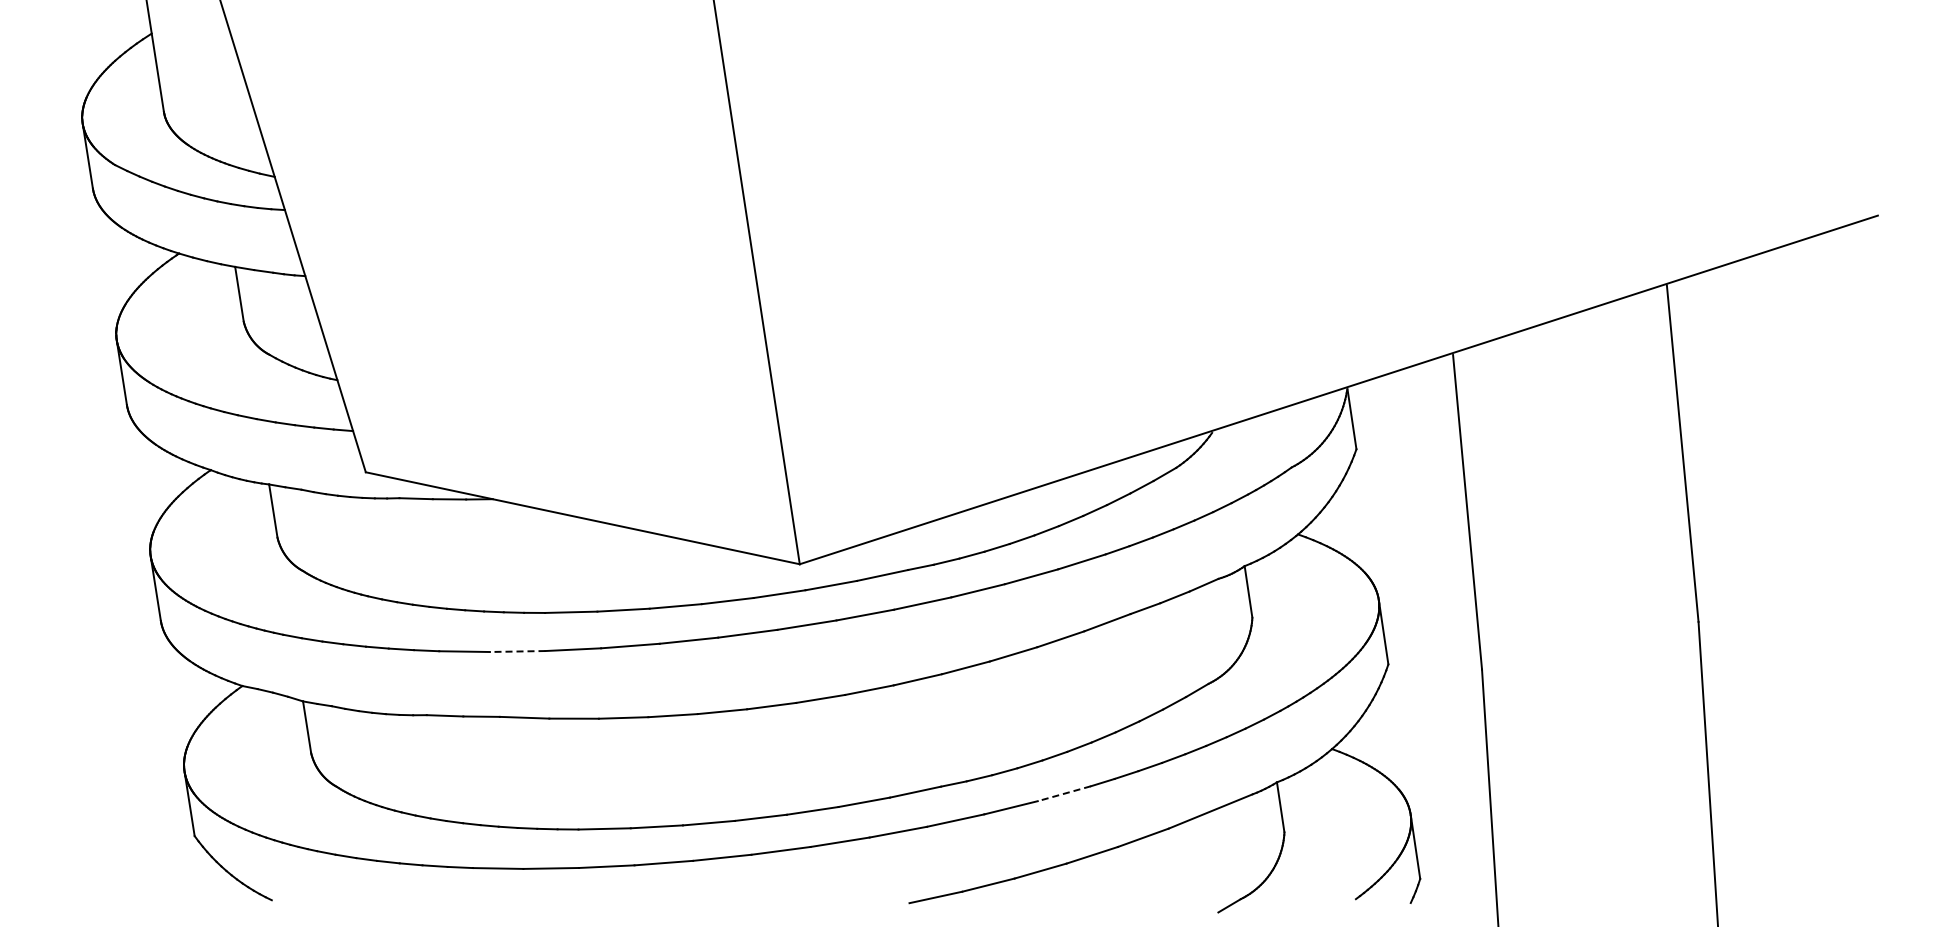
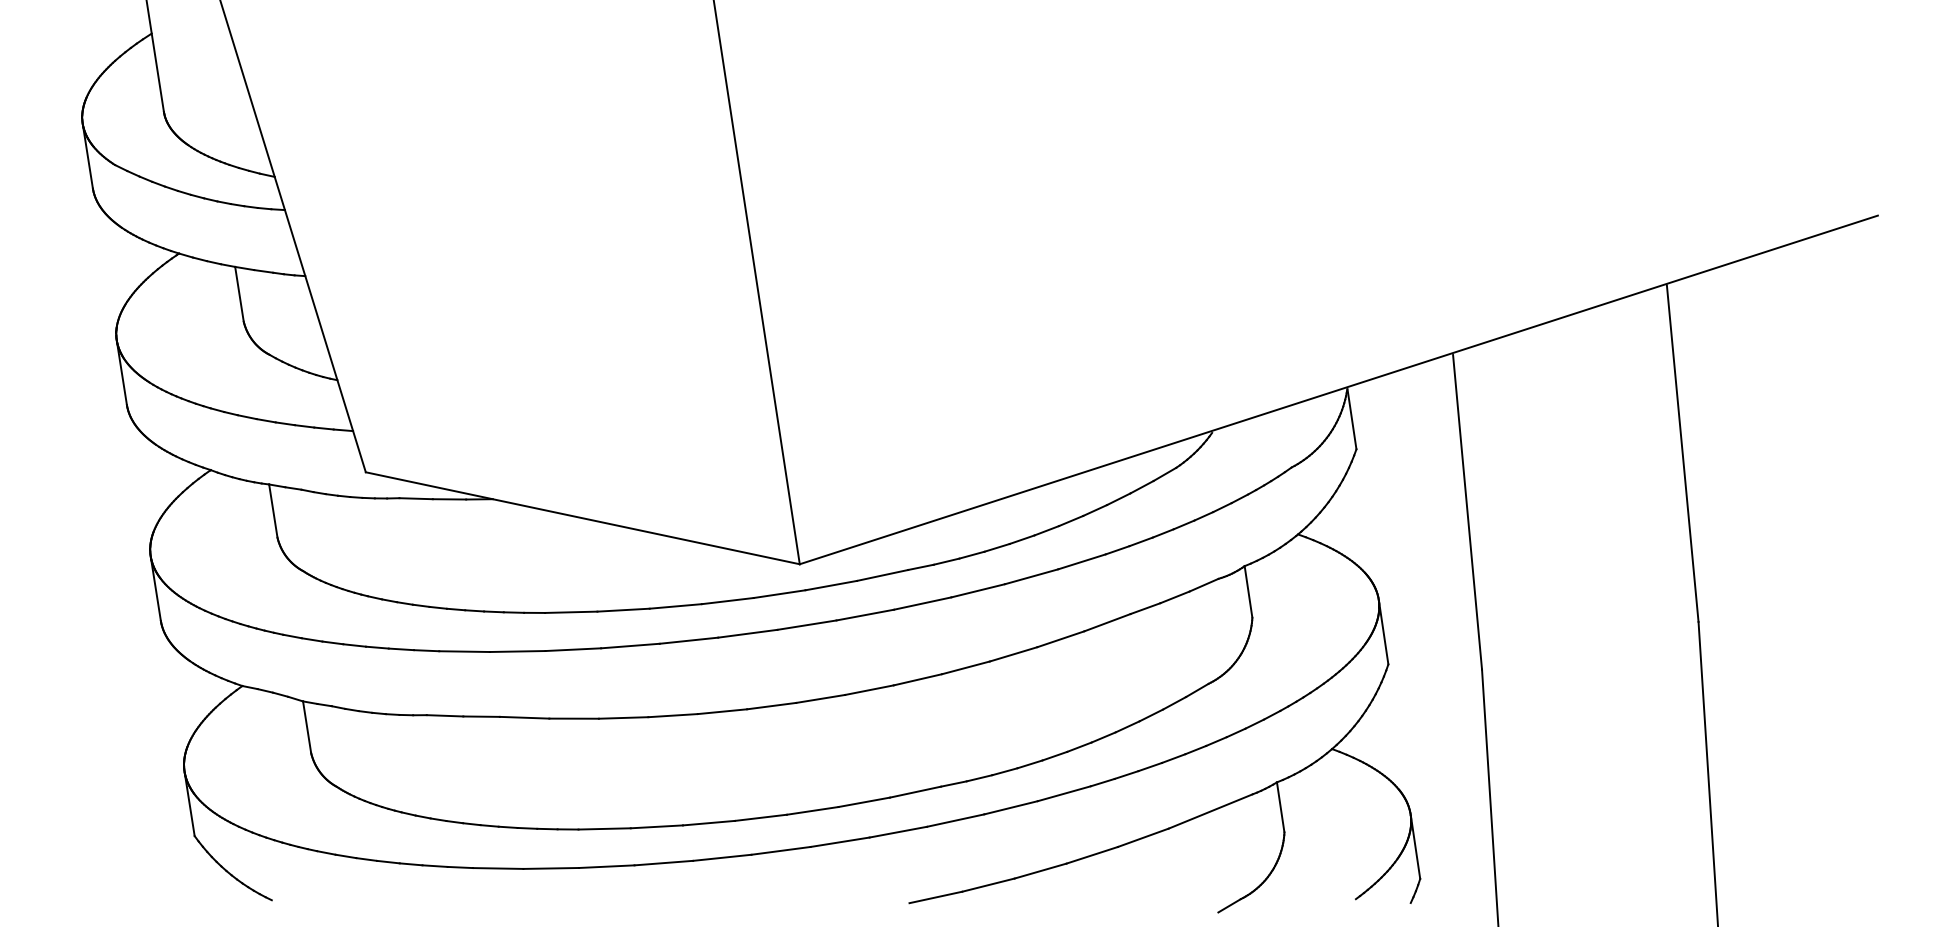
line at (517, 651): dashed -> solid
line at (1064, 793): dashed -> solid
